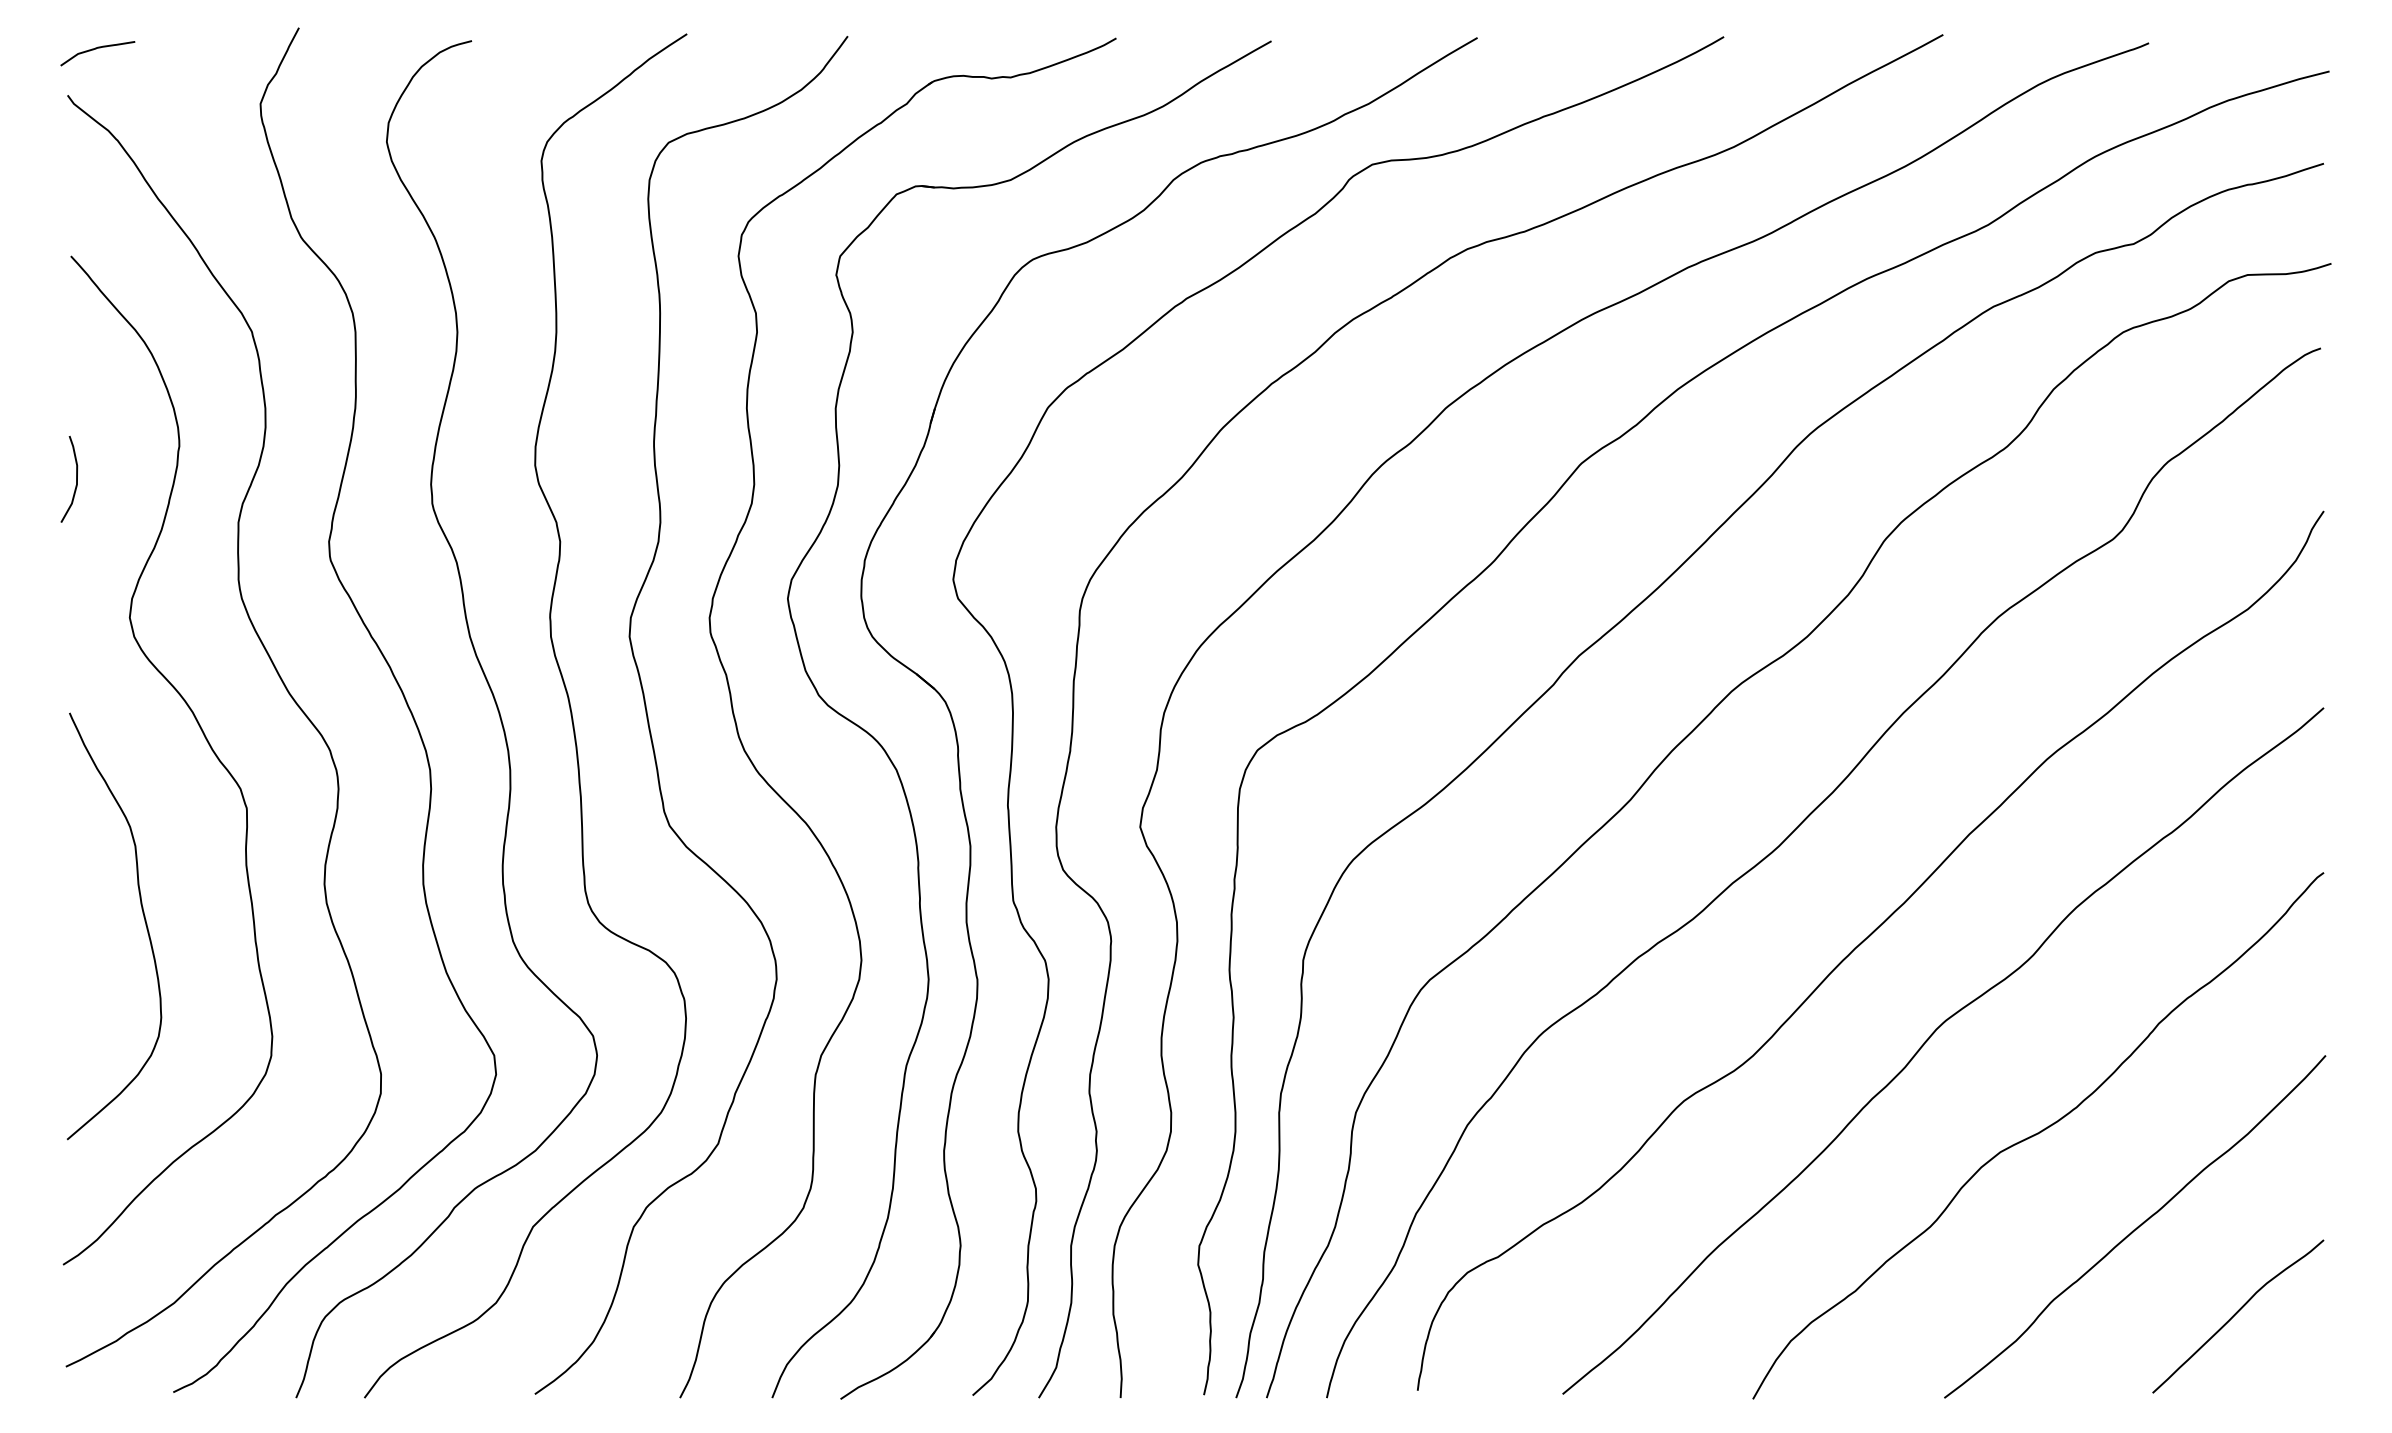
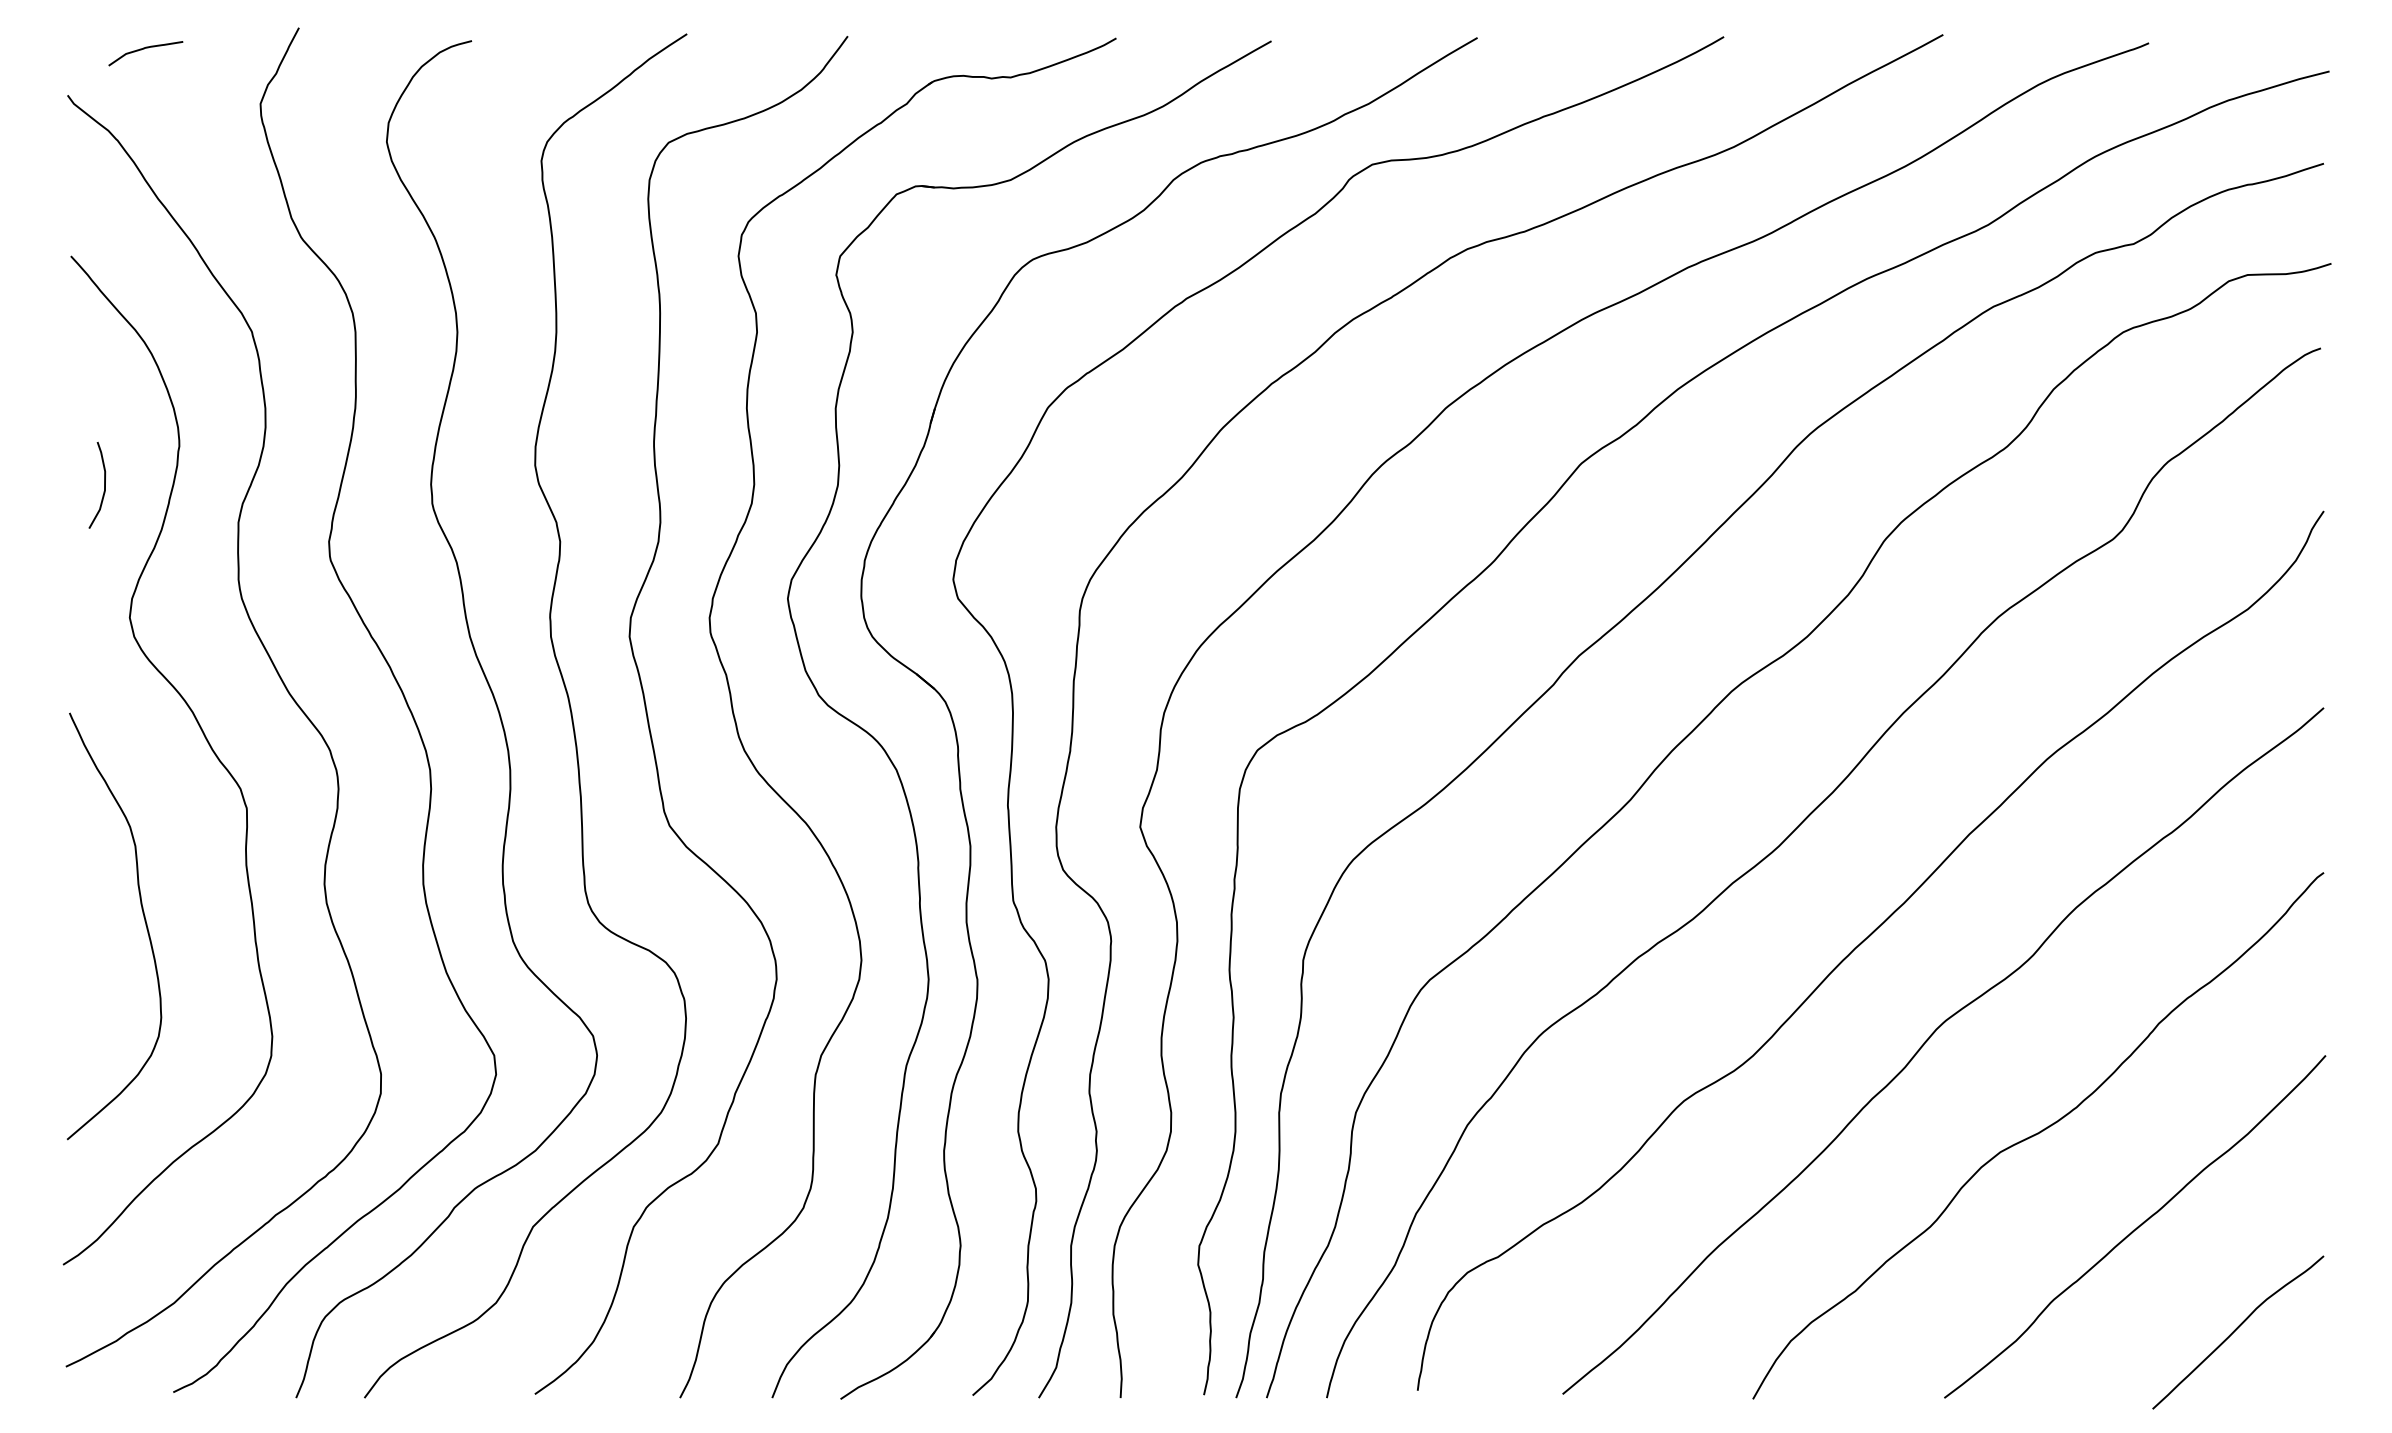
curve at (96, 49) position: (96, 49) -> (144, 49)
curve at (76, 478) position: (76, 478) -> (104, 484)
curve at (2236, 1314) position: (2236, 1314) -> (2236, 1330)
